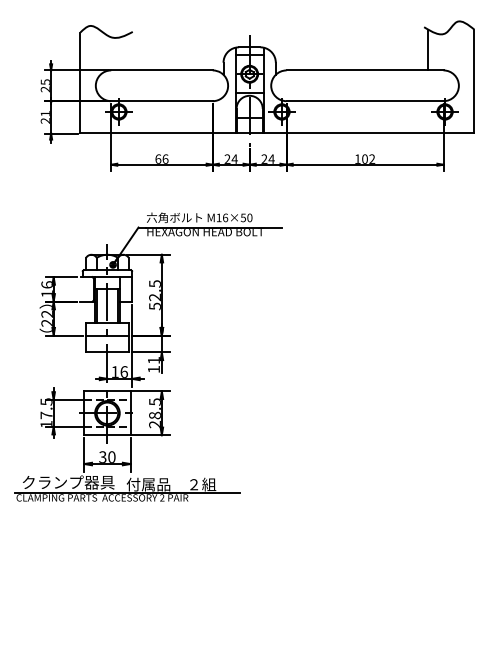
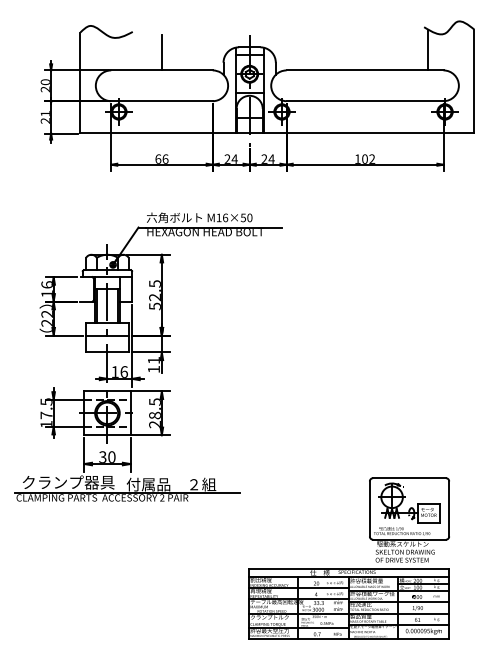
line at (161, 52): none -> present
text at (44, 82): 25 -> 20
part at (348, 568): none -> present
